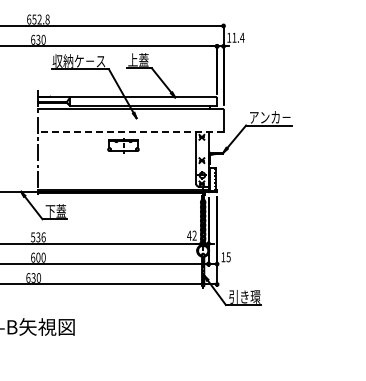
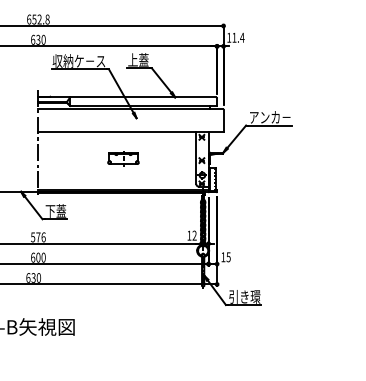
line at (130, 131): dashed -> solid
part at (123, 145) position: (123, 145) -> (123, 158)
text at (189, 235): 42 -> 12
text at (38, 237): 536 -> 576
